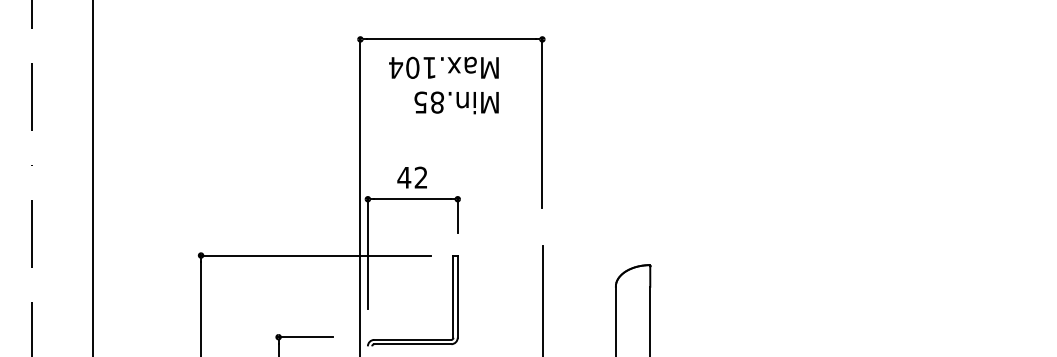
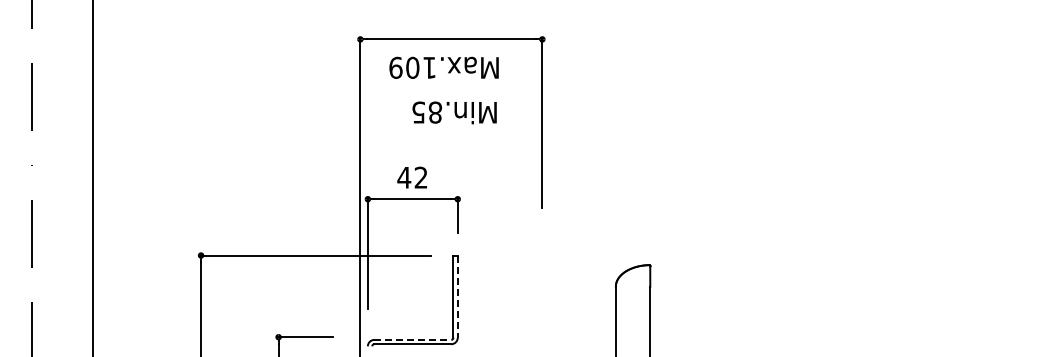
text at (396, 67): Max.104 -> Max.109
text at (456, 102) position: (456, 102) -> (454, 112)
line at (457, 297): solid -> dashed
line at (543, 299): present -> none
line at (412, 339): solid -> dashed
